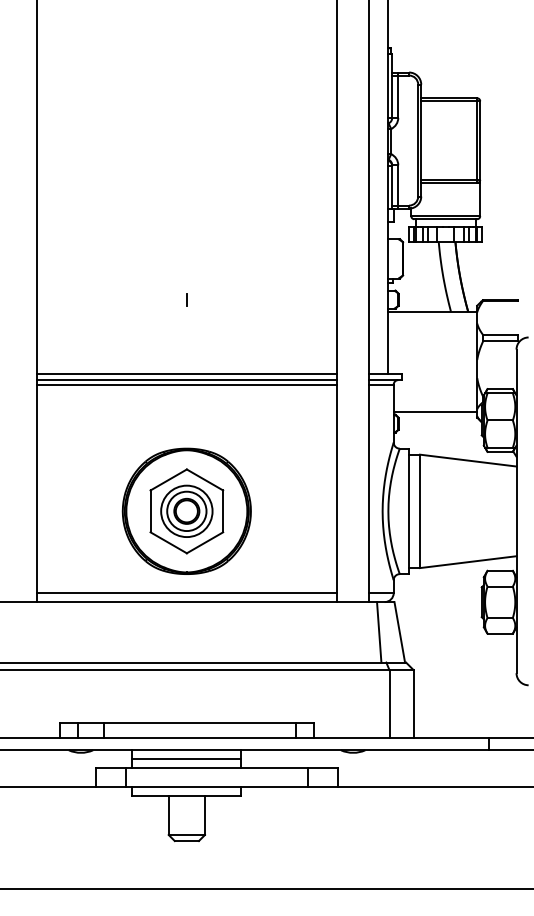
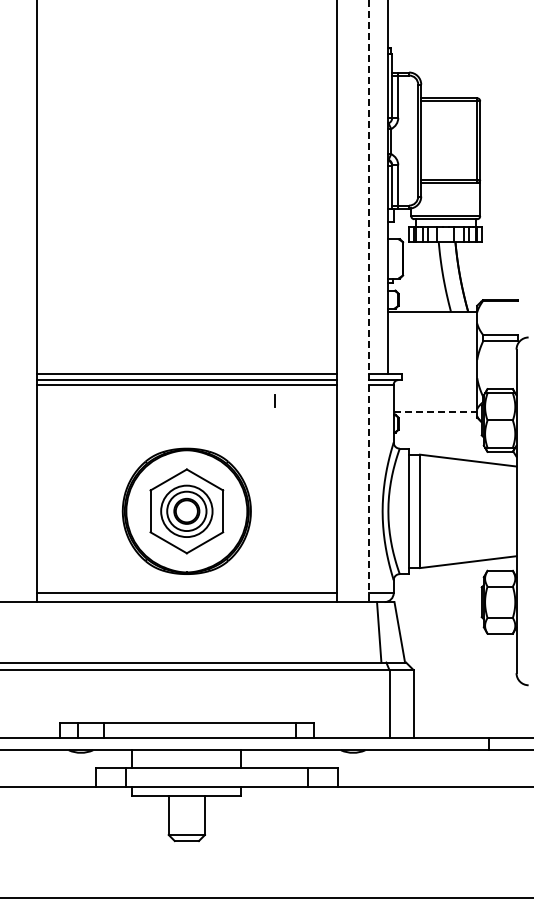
line at (186, 299) position: (186, 299) -> (274, 400)
line at (368, 301): solid -> dashed
line at (435, 411): solid -> dashed
line at (186, 759): present -> none
line at (266, 888) position: (266, 888) -> (266, 897)
